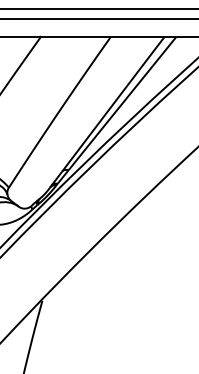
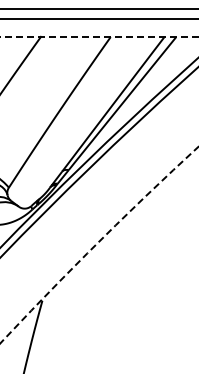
line at (99, 37): solid -> dashed
arc at (97, 243): solid -> dashed
